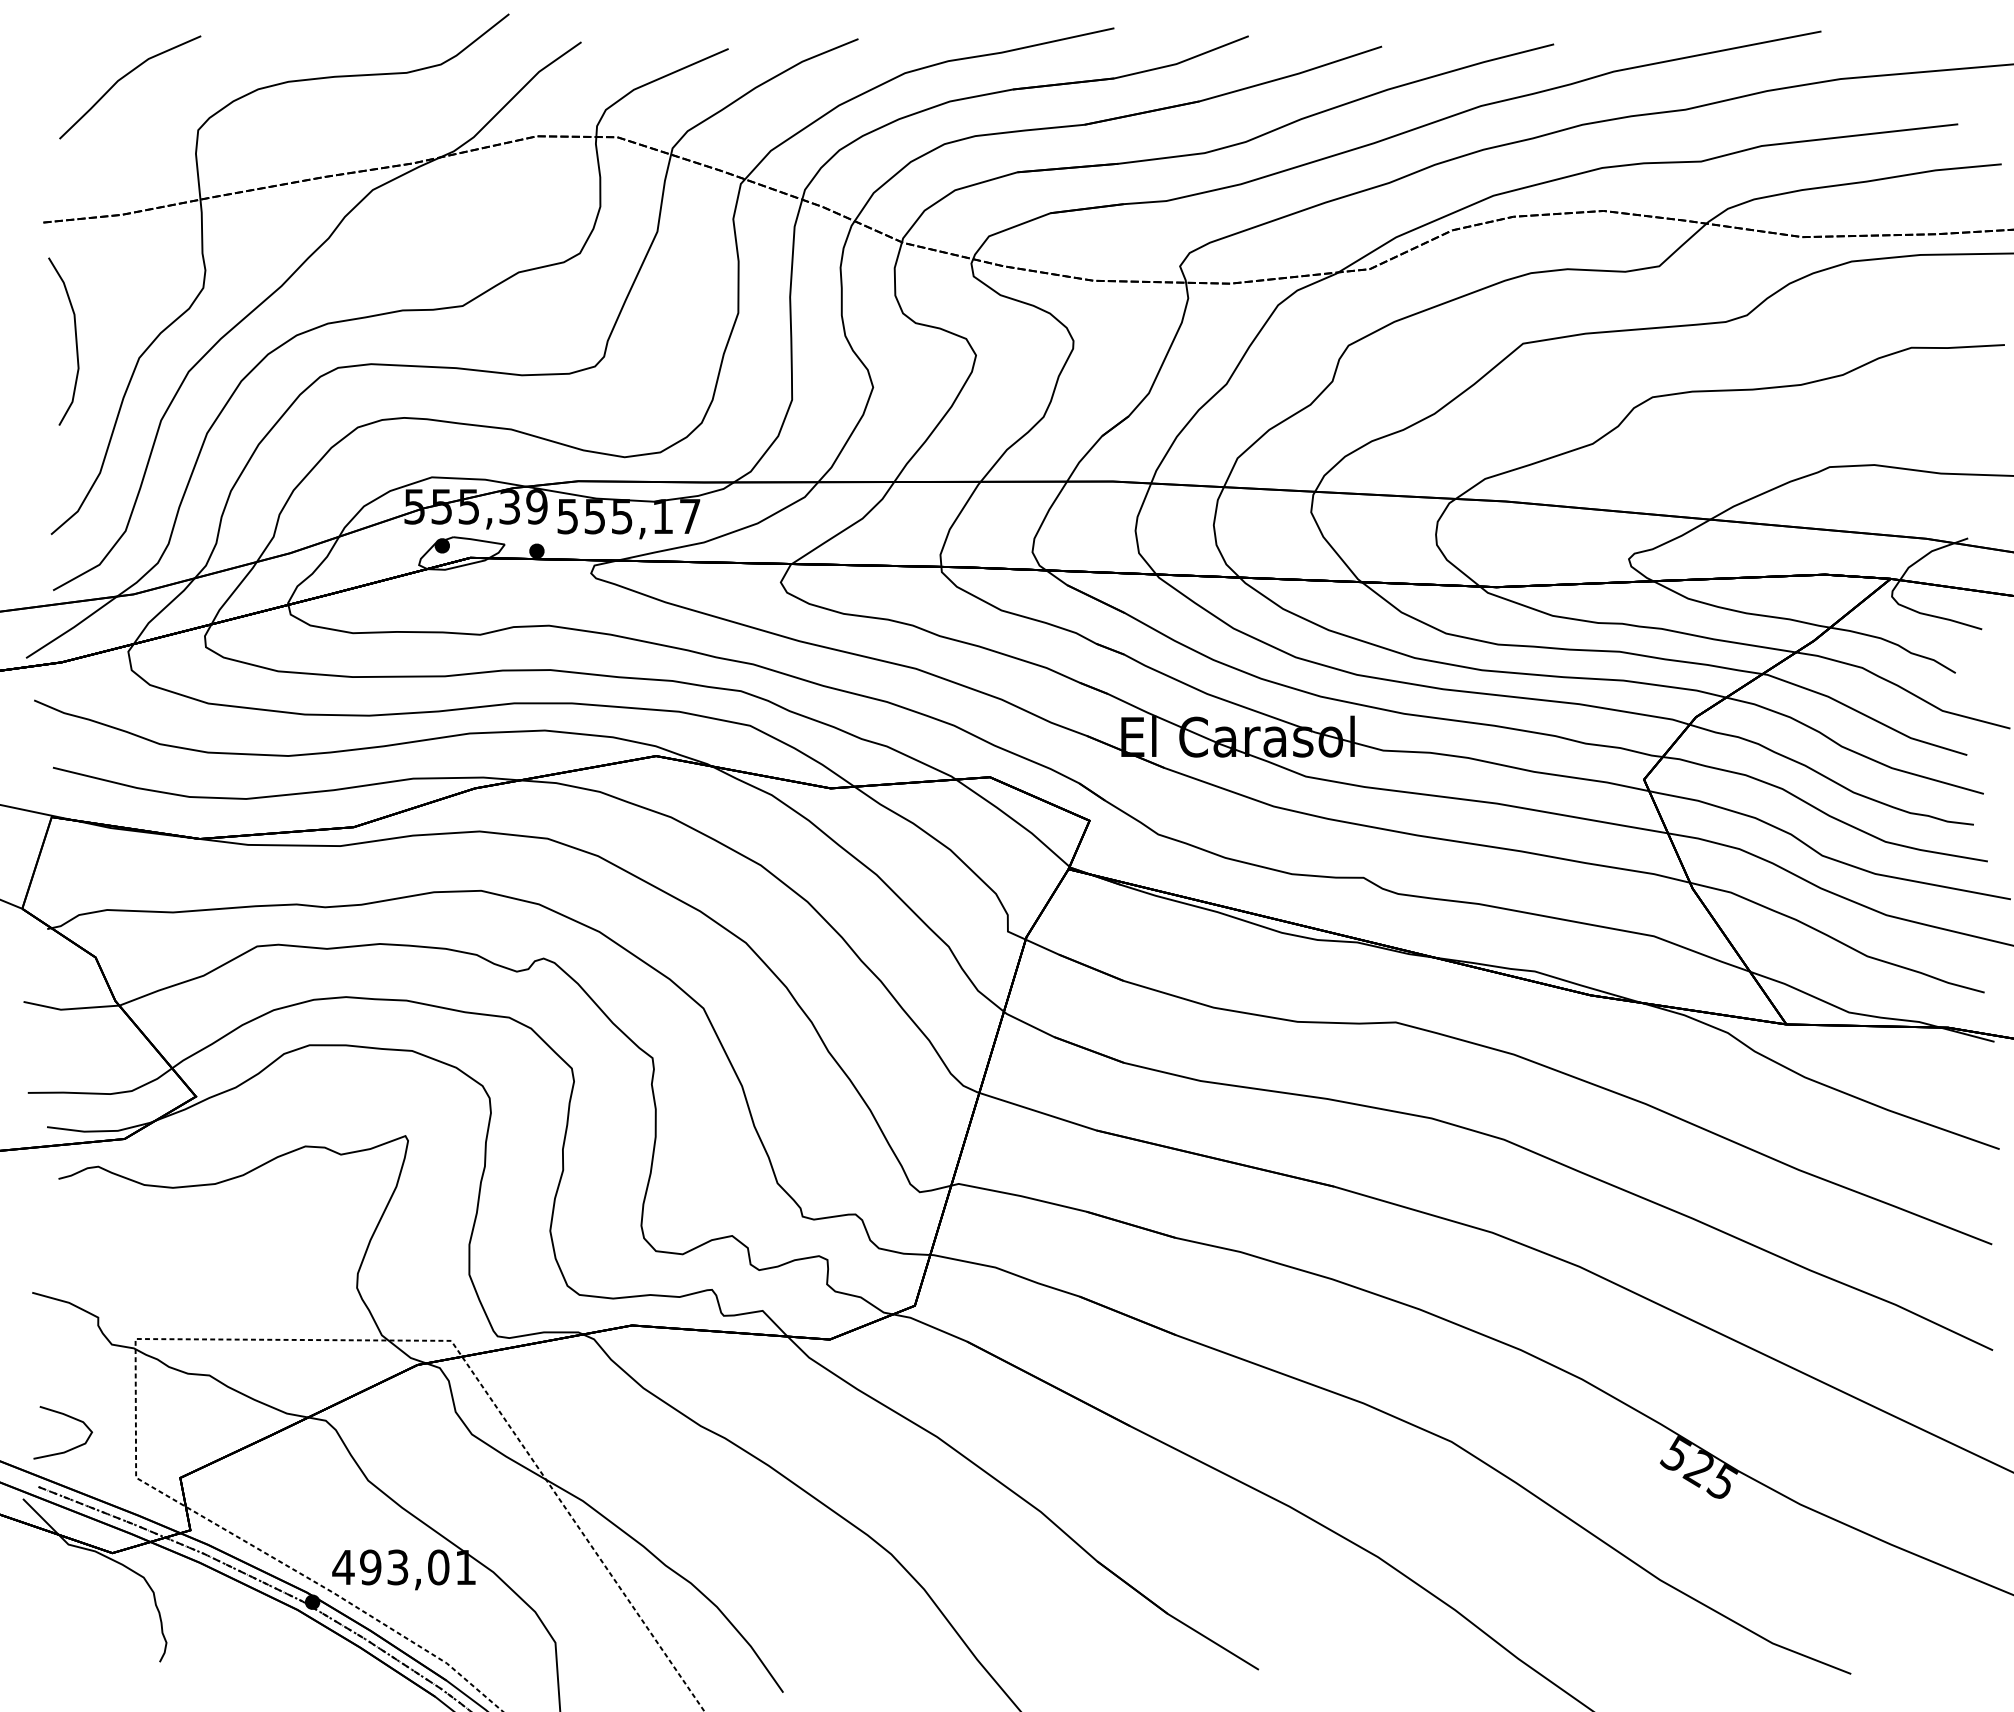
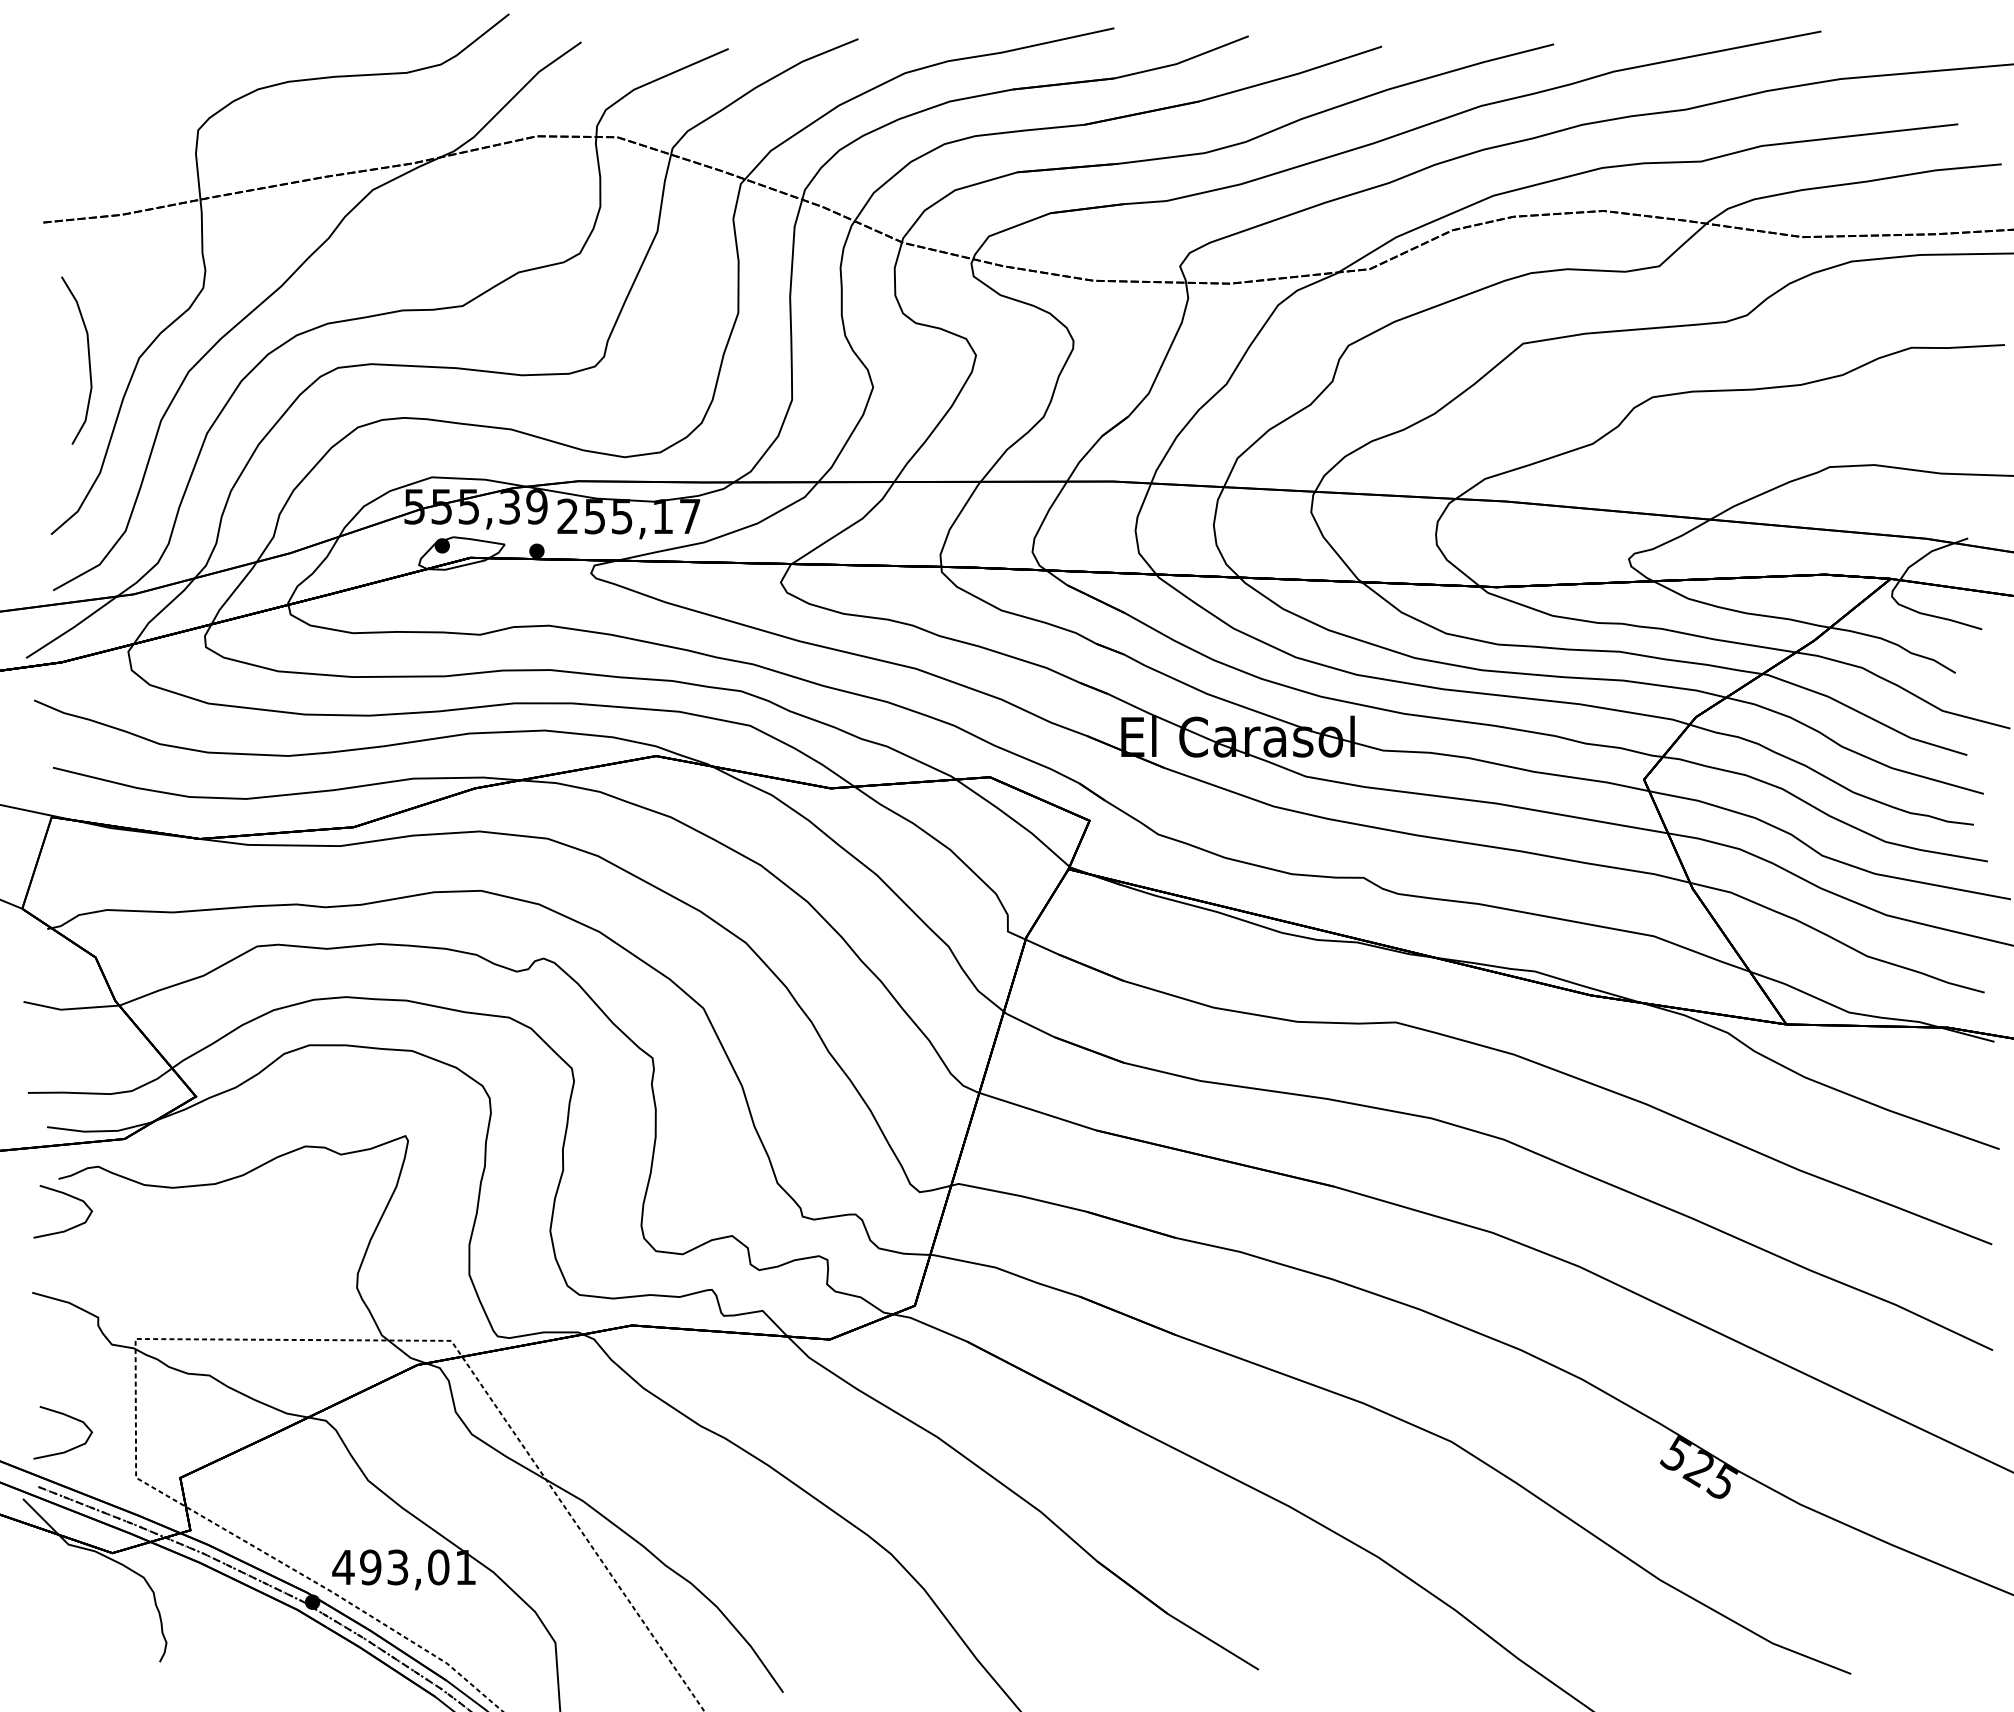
line at (123, 78): present -> none
curve at (75, 341) position: (75, 341) -> (88, 360)
text at (567, 516): 555,17 -> 255,17
curve at (68, 1196): none -> present
